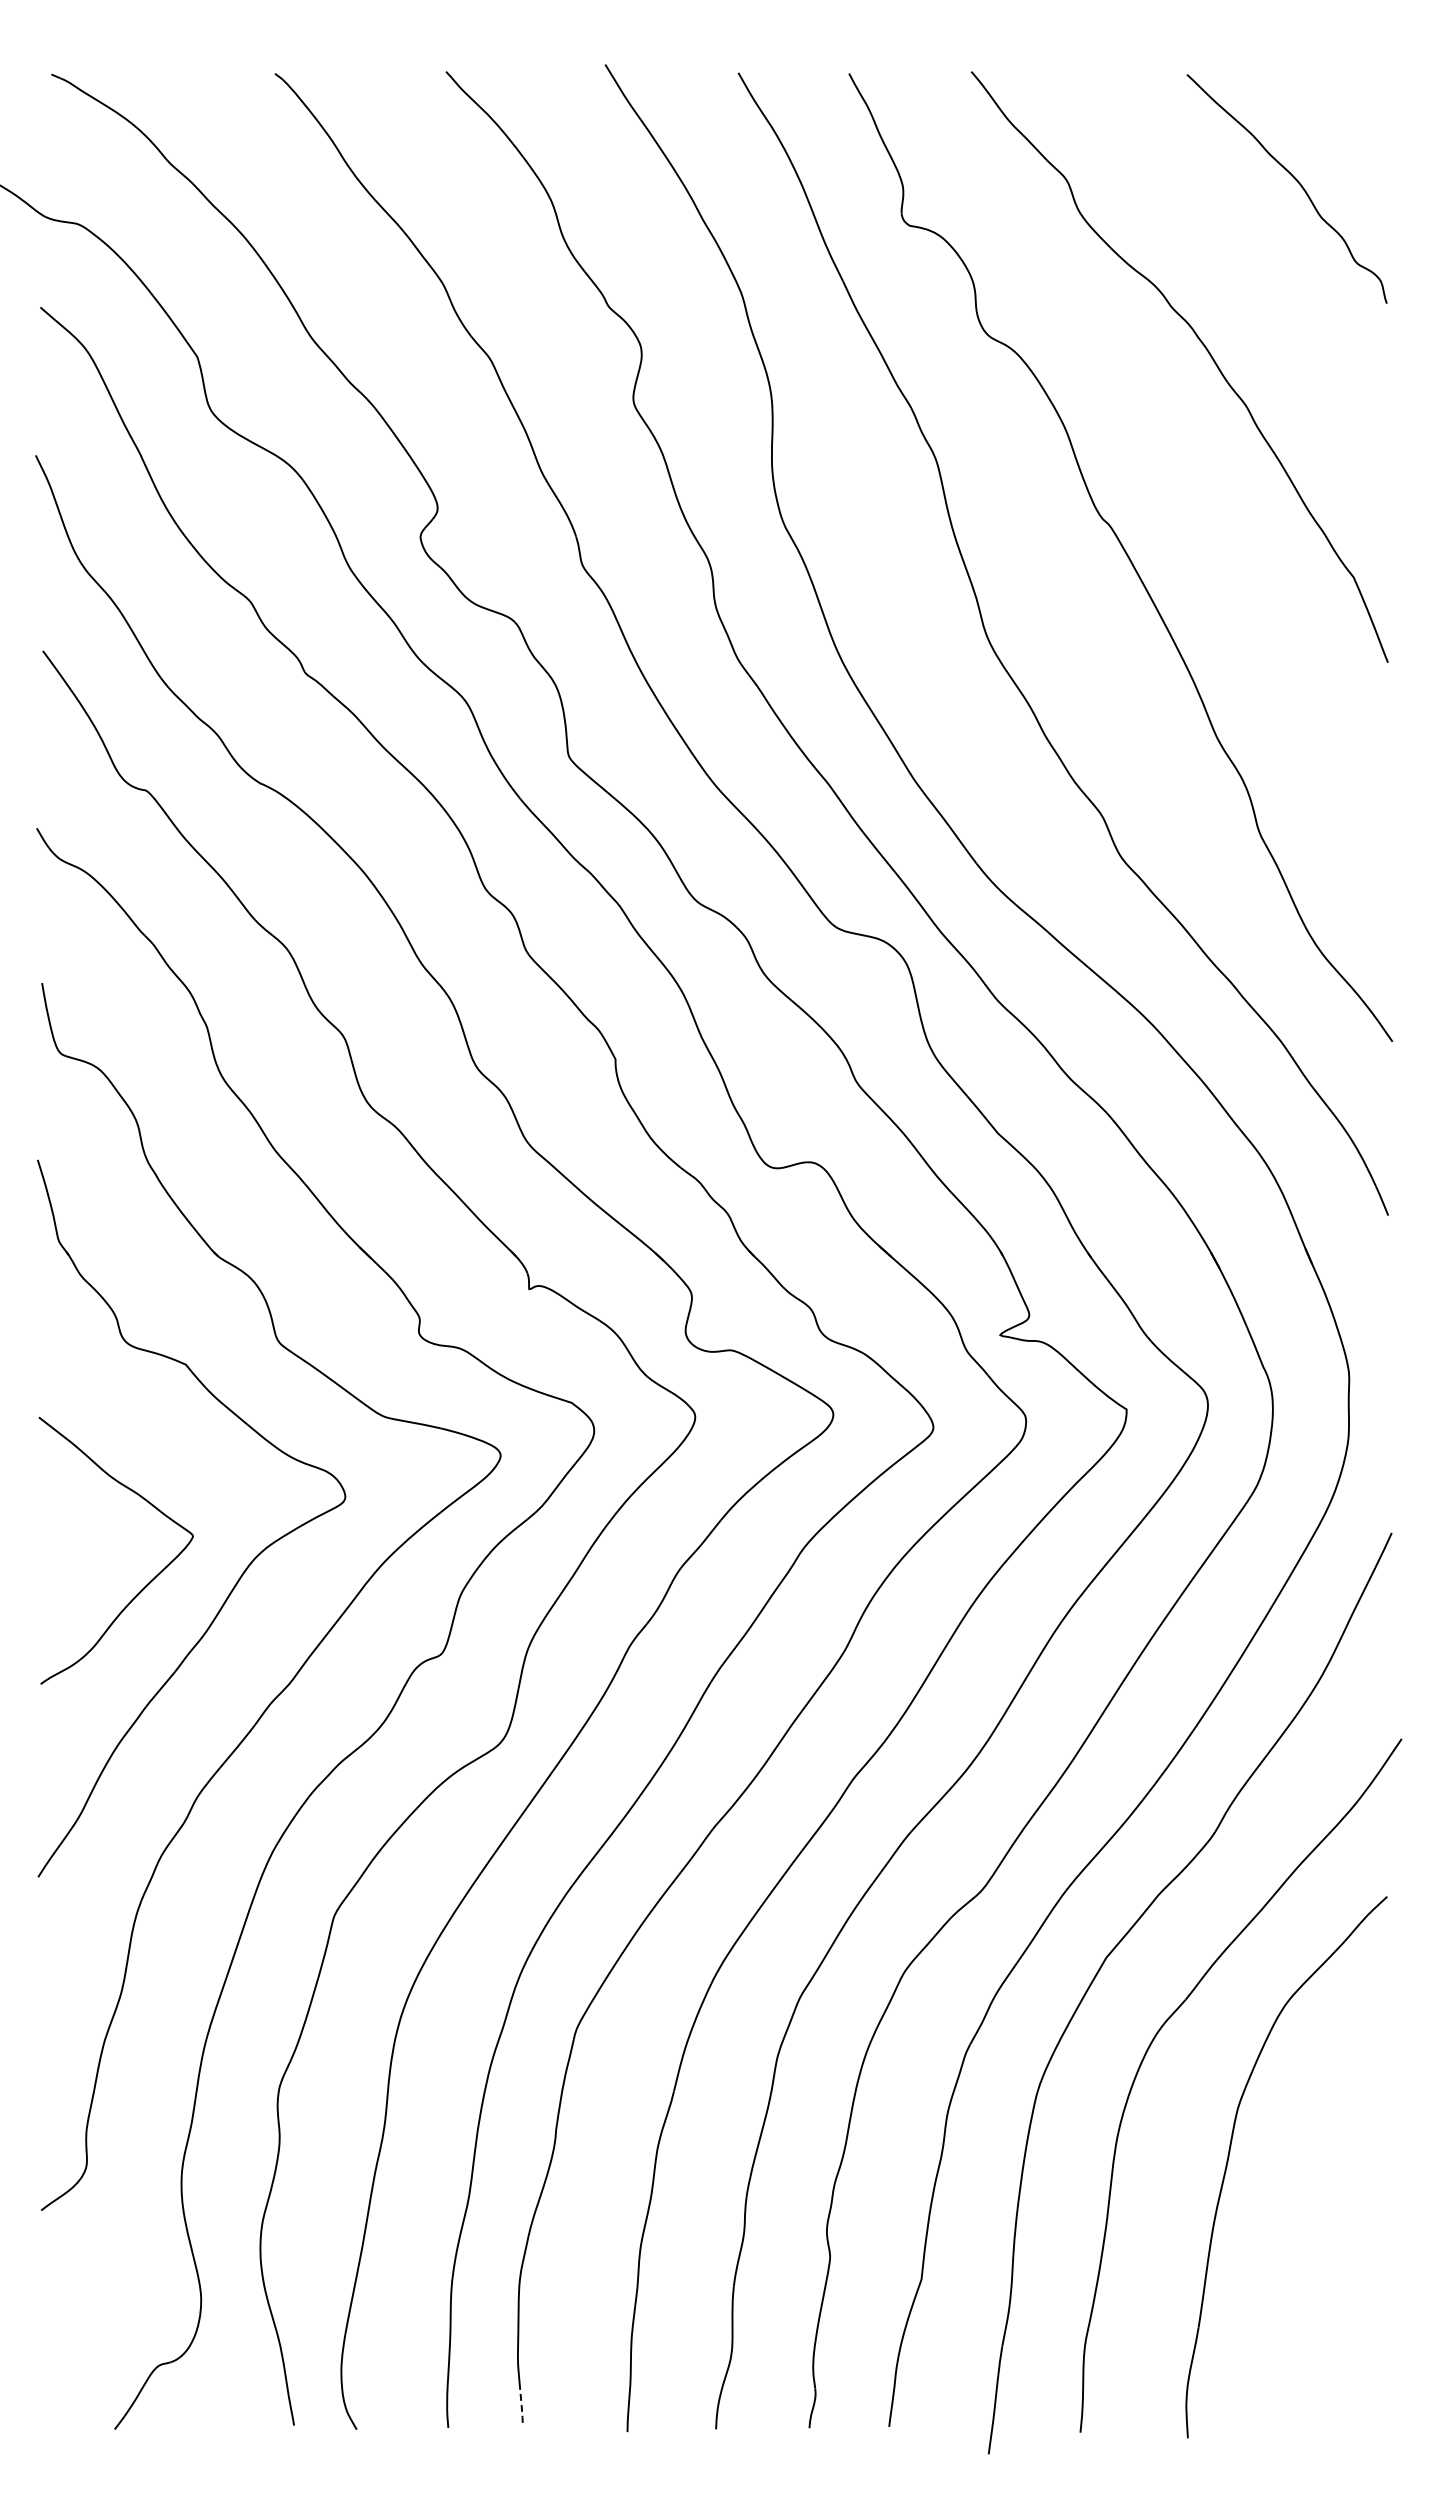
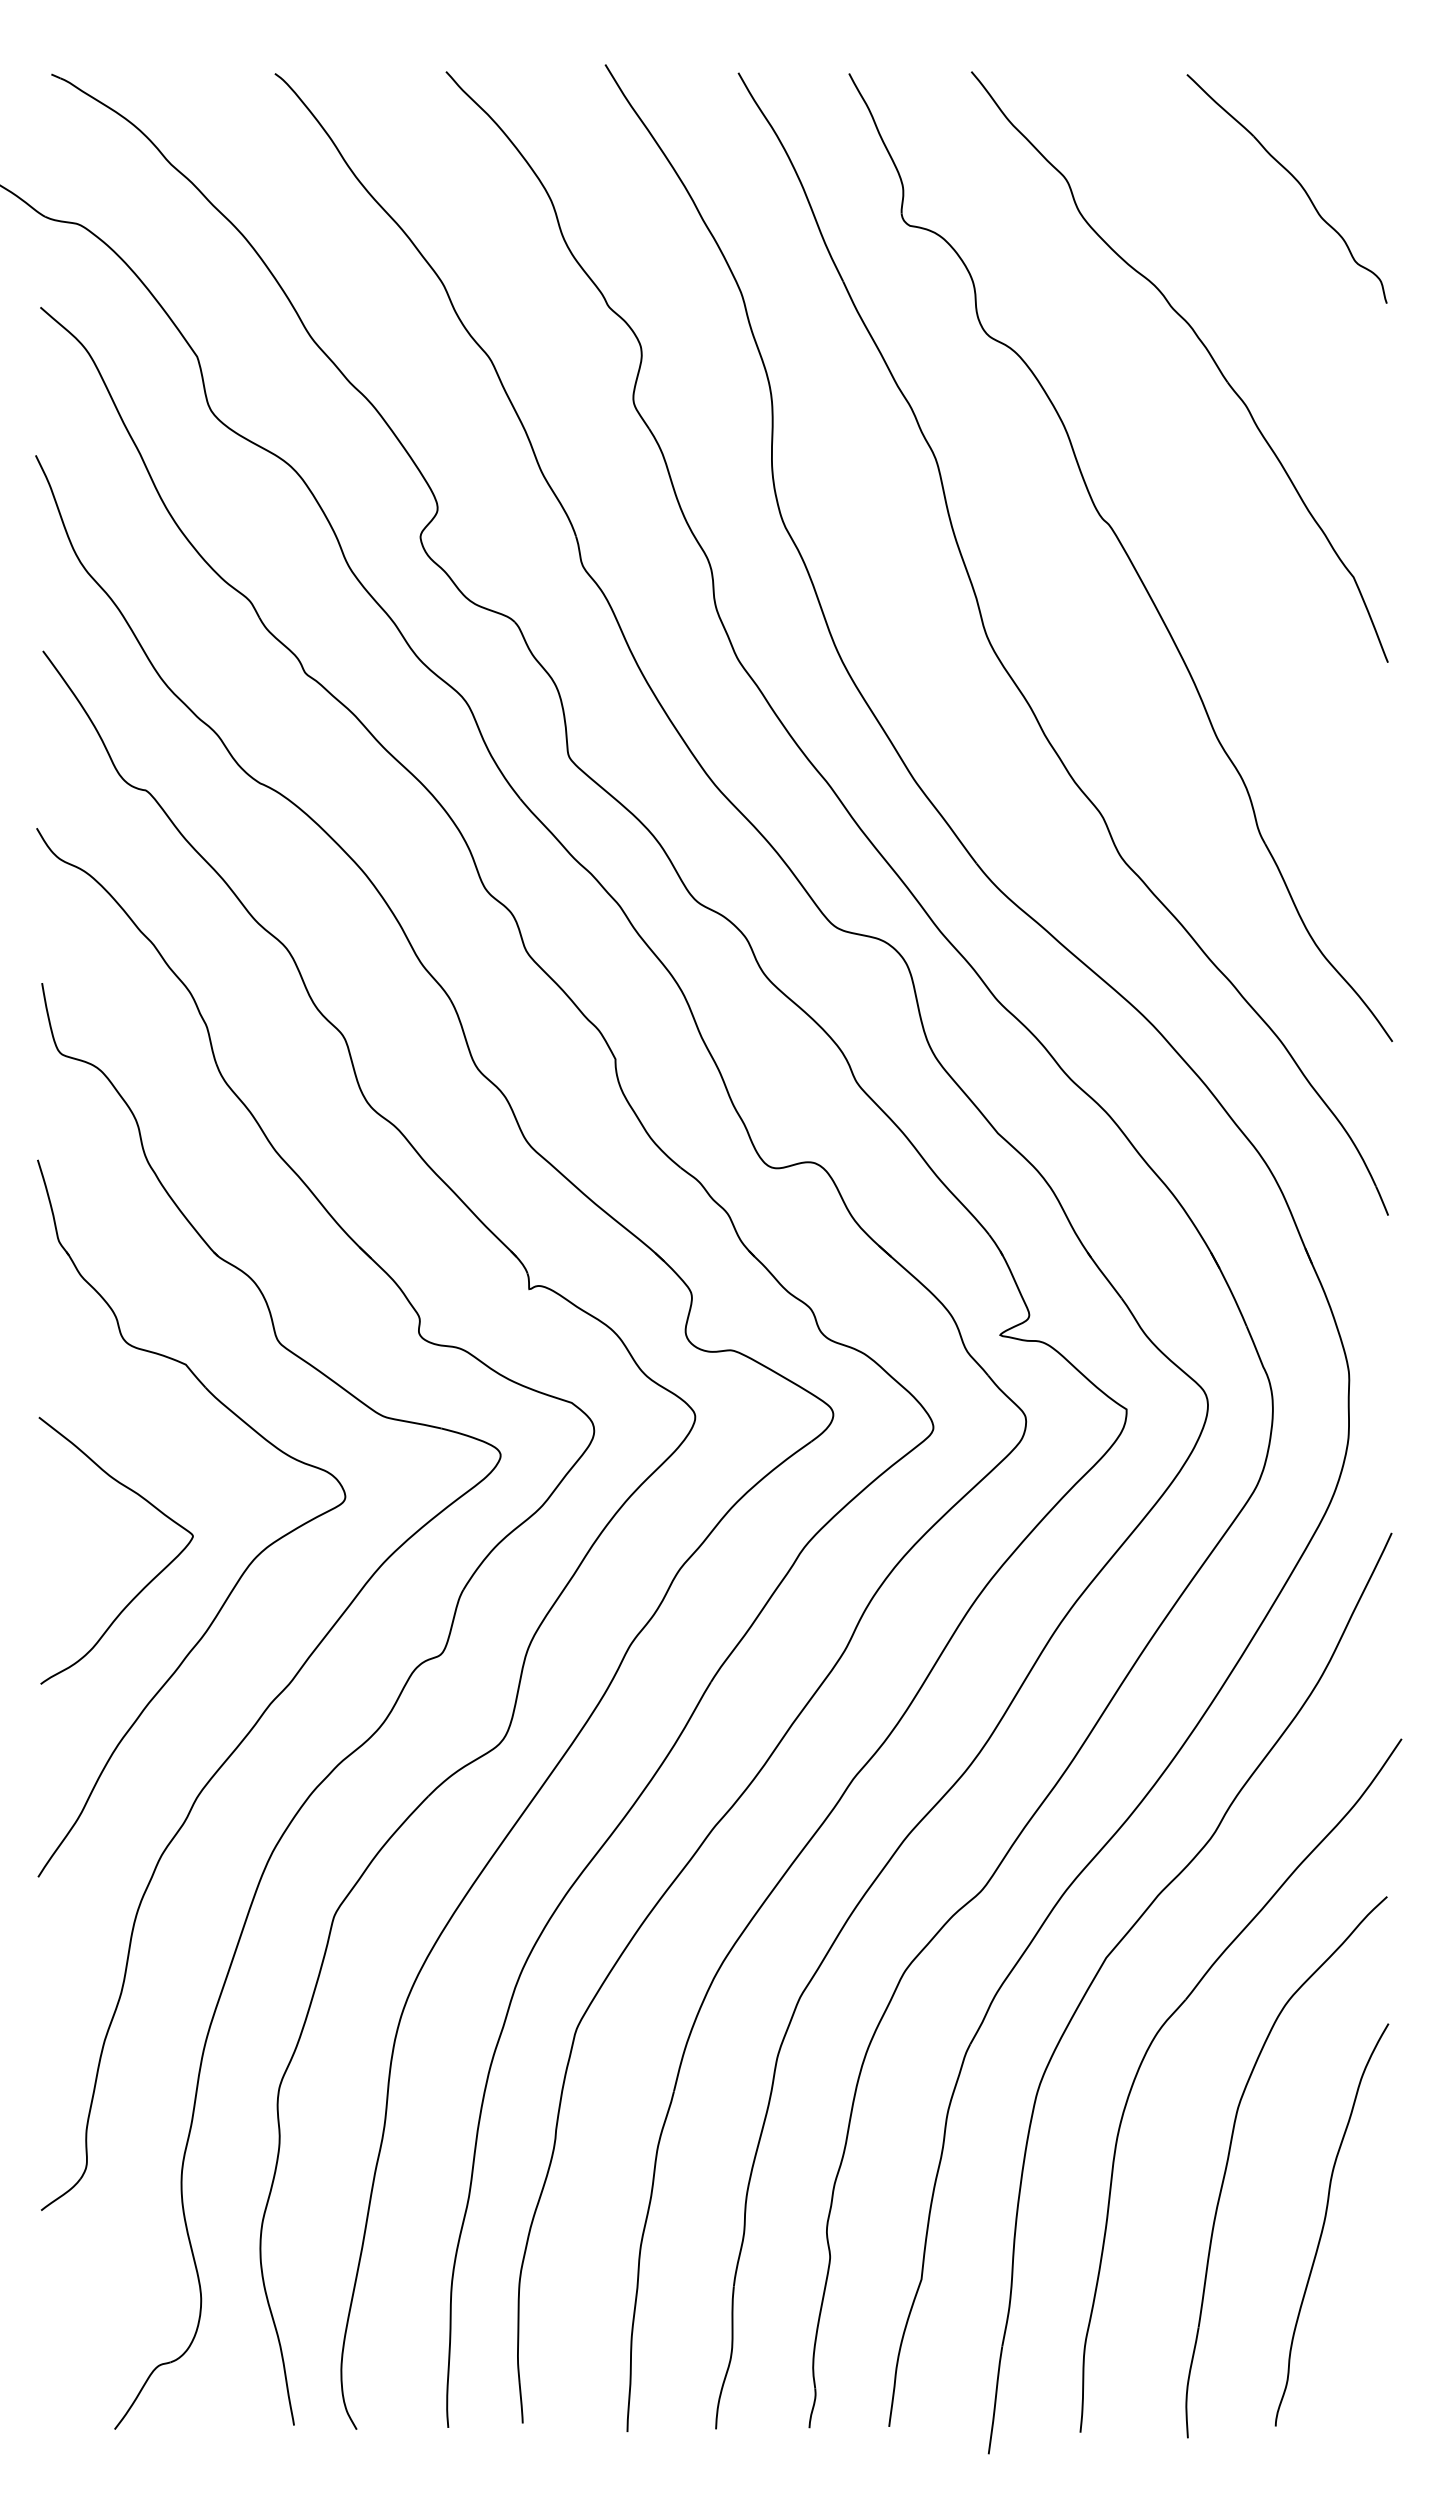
curve at (1325, 2222): none -> present
line at (521, 2404): dashed -> solid
